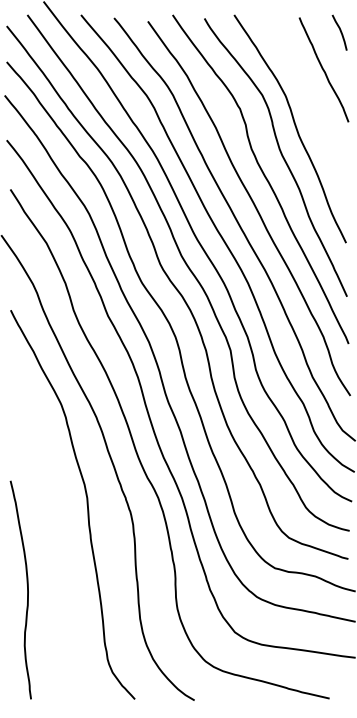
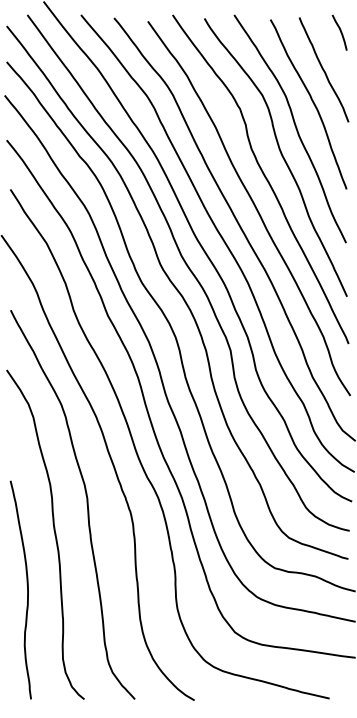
curve at (311, 101): none -> present
curve at (53, 530): none -> present
